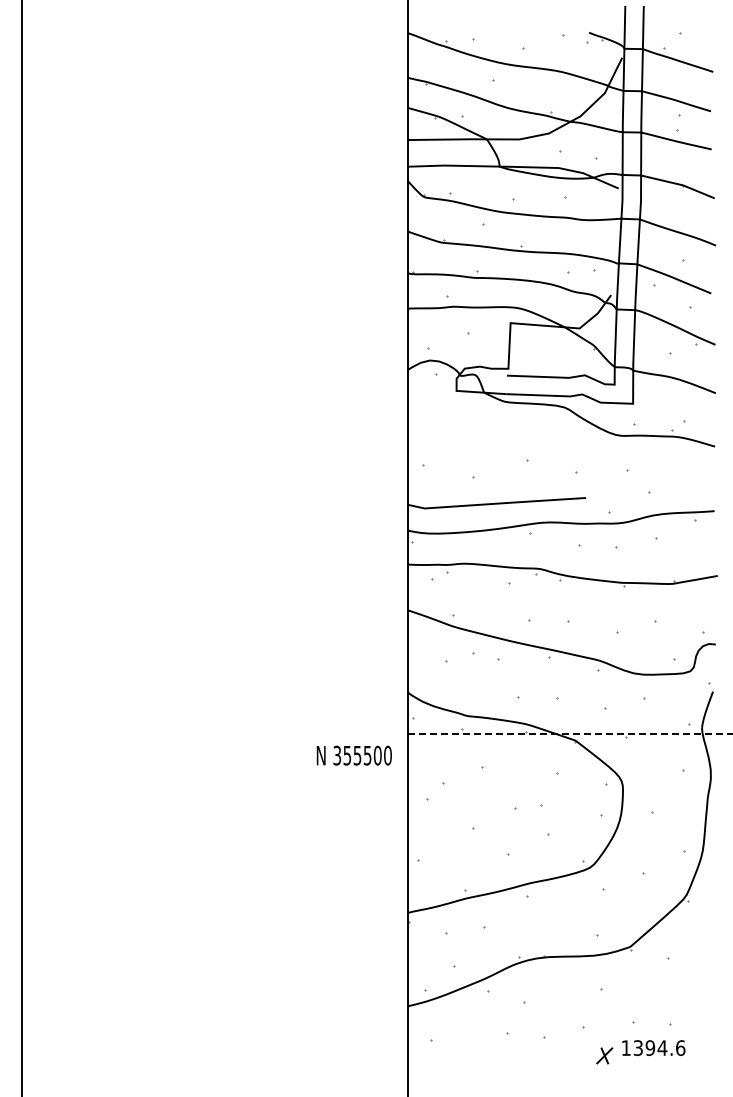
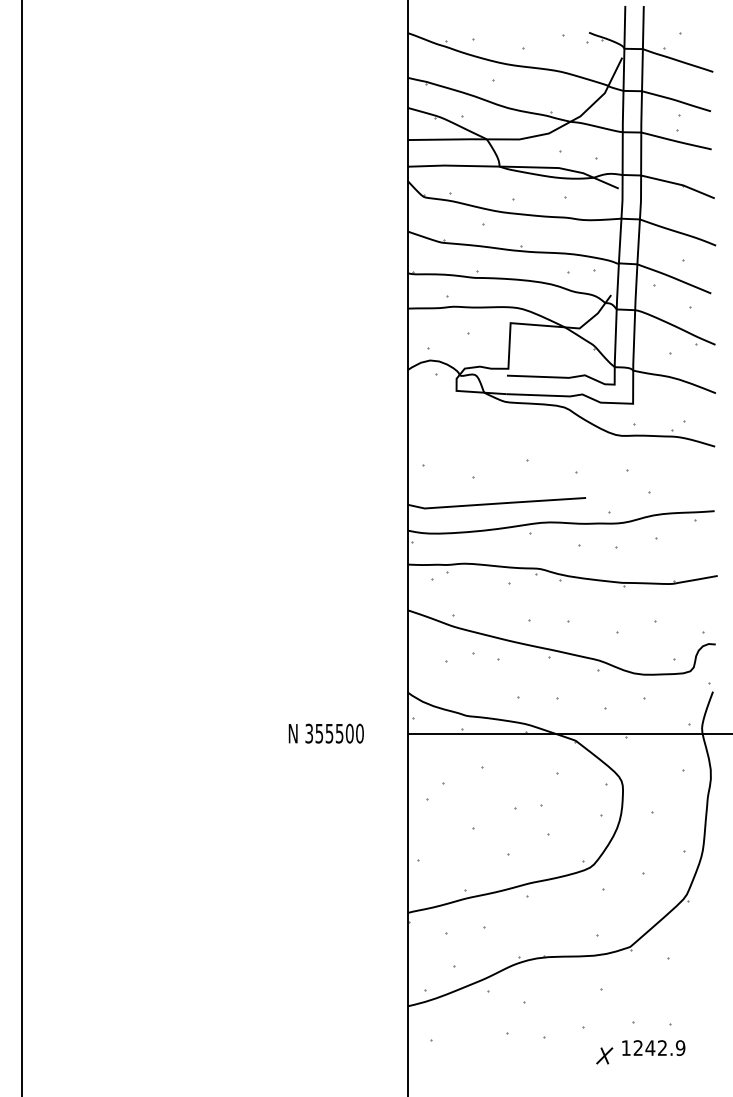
line at (570, 733): dashed -> solid
text at (353, 755) position: (353, 755) -> (325, 733)
text at (659, 1047): 1394.6 -> 1242.9
